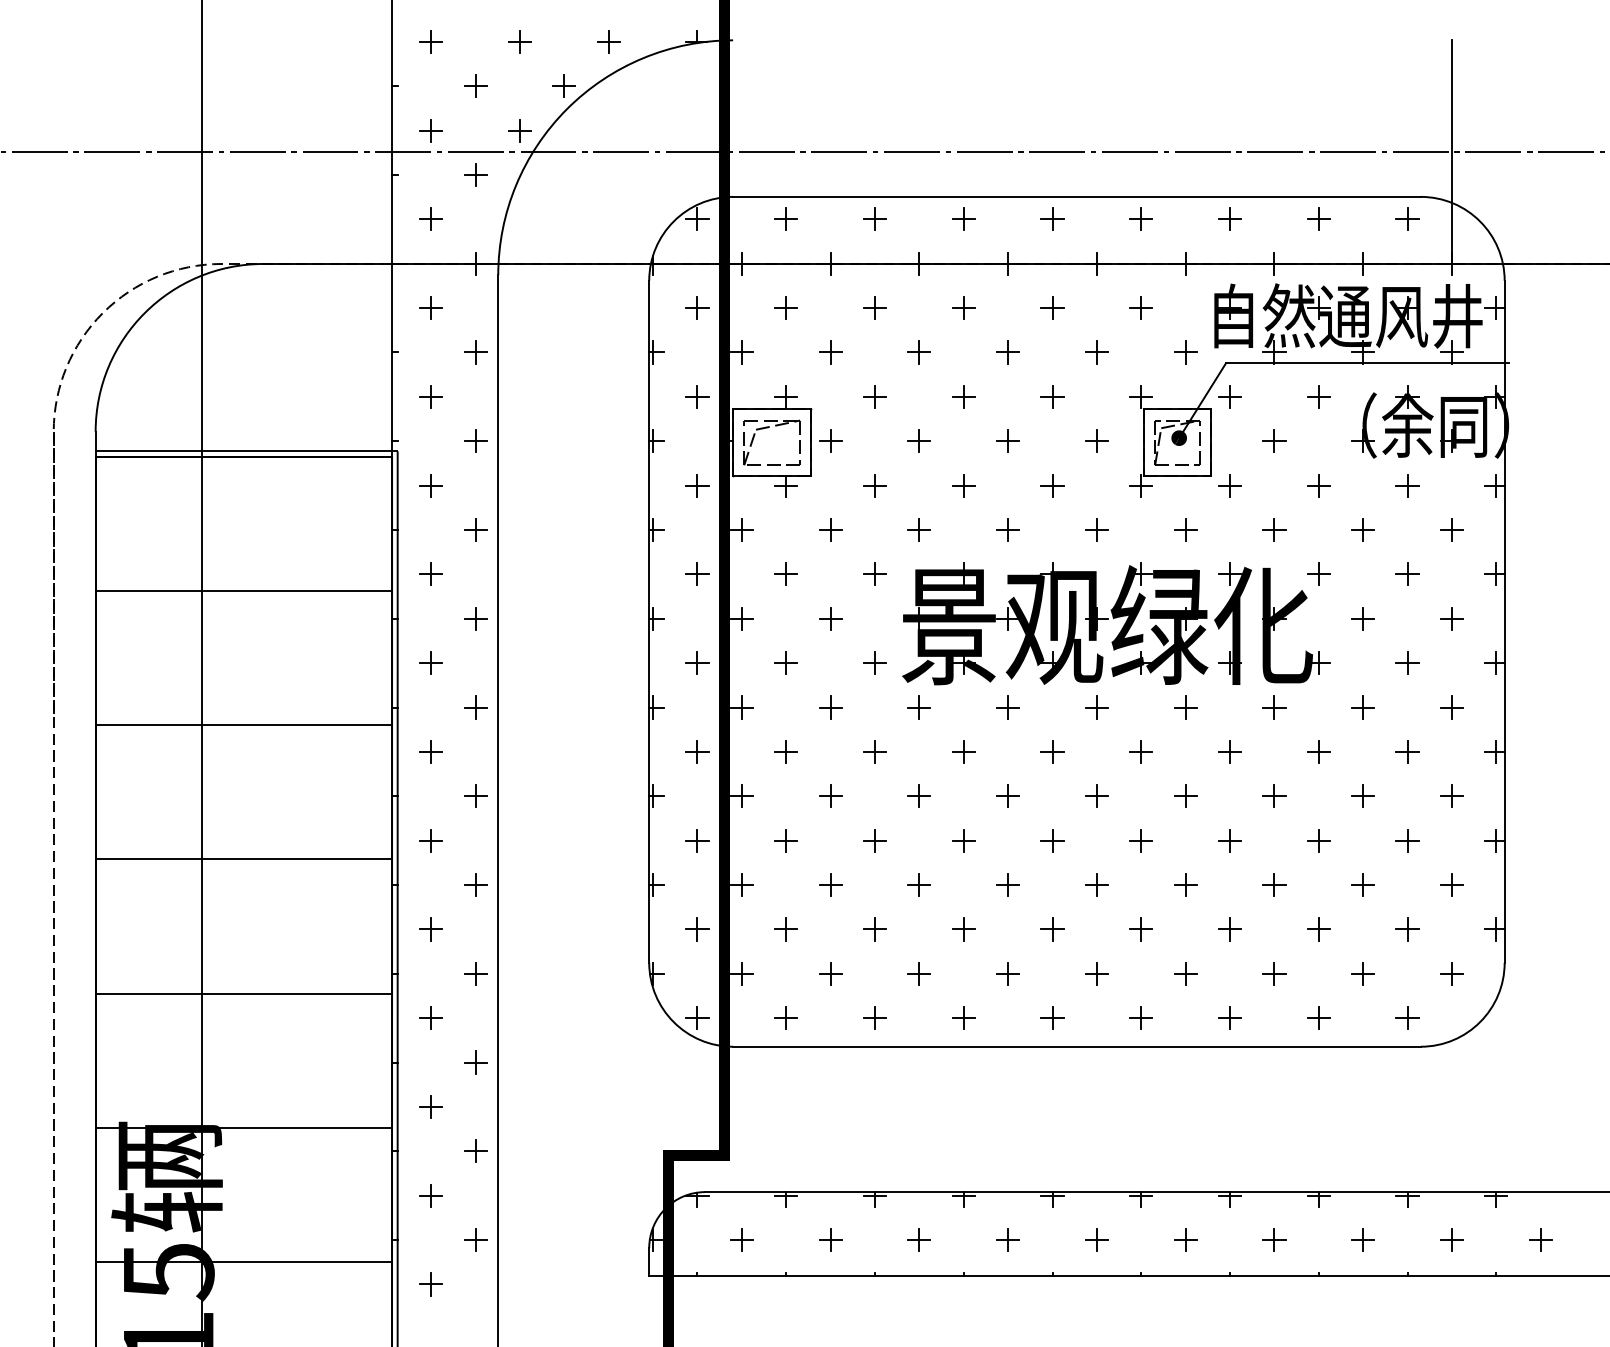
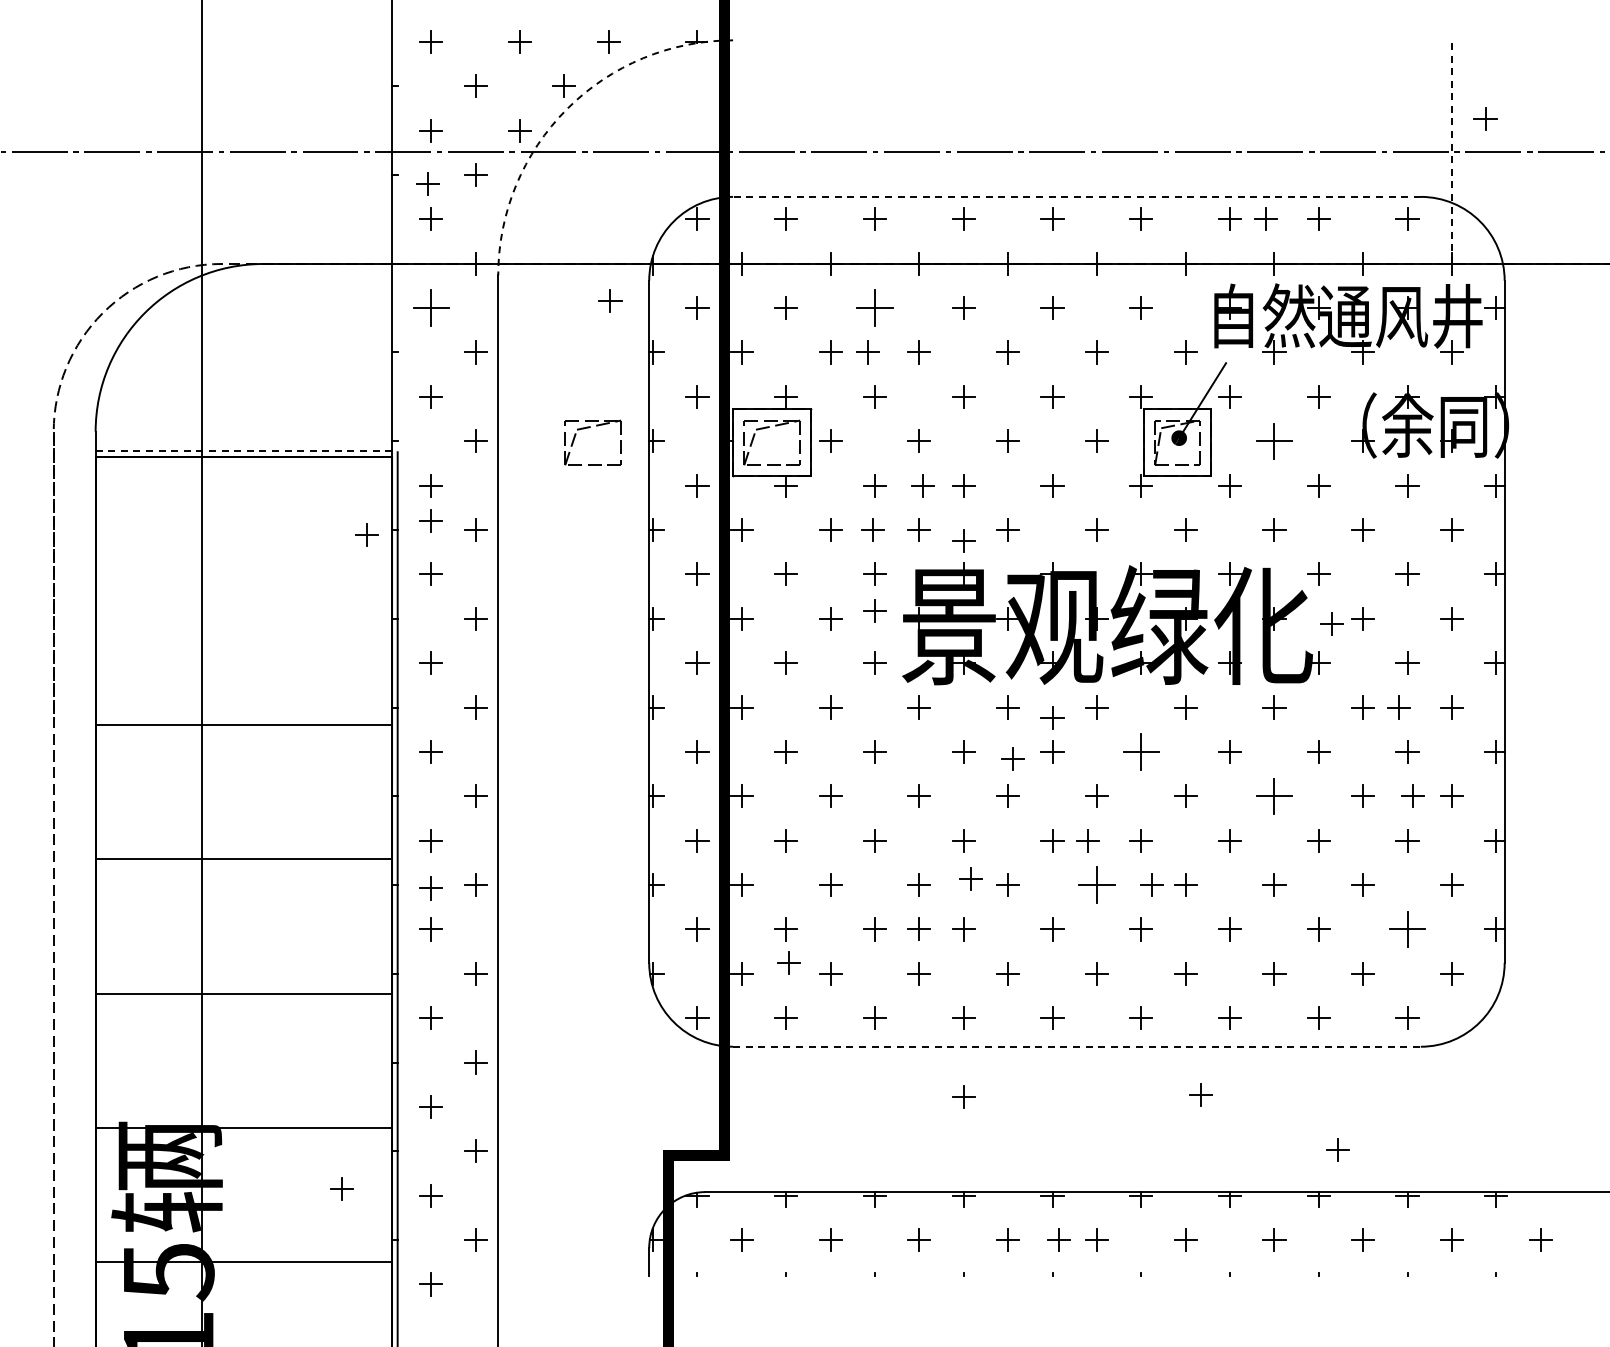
arc at (567, 109): solid -> dashed
part at (1485, 118): none -> present
line at (1451, 152): solid -> dashed
part at (427, 183): none -> present
line at (1076, 196): solid -> dashed
part at (1265, 218): none -> present
part at (610, 300): none -> present
part at (430, 307) size: 24x24 px -> 37x38 px
part at (874, 307) size: 24x24 px -> 38x38 px
part at (867, 352): none -> present
line at (1367, 363): present -> none
part at (589, 428): none -> present
part at (1274, 440) size: 25x24 px -> 37x37 px
line at (247, 451): solid -> dashed
part at (922, 485): none -> present
part at (430, 520): none -> present
part at (872, 529): none -> present
part at (366, 534): none -> present
part at (963, 540): none -> present
line at (243, 591): present -> none
part at (874, 610): none -> present
part at (1331, 623): none -> present
part at (1398, 707): none -> present
part at (1052, 717): none -> present
part at (1140, 751) size: 24x24 px -> 37x38 px
part at (1012, 758): none -> present
part at (1274, 795) size: 25x24 px -> 37x37 px
part at (1412, 795): none -> present
part at (1087, 840): none -> present
part at (970, 878): none -> present
part at (1096, 884) size: 24x24 px -> 38x38 px
part at (1151, 884): none -> present
part at (430, 888): none -> present
part at (918, 928): none -> present
part at (1407, 929) size: 25x25 px -> 37x37 px
part at (788, 962): none -> present
line at (1076, 1046): solid -> dashed
part at (1200, 1094): none -> present
part at (963, 1096): none -> present
part at (1337, 1149): none -> present
part at (341, 1188): none -> present
part at (1058, 1239): none -> present
line at (1127, 1275): present -> none
